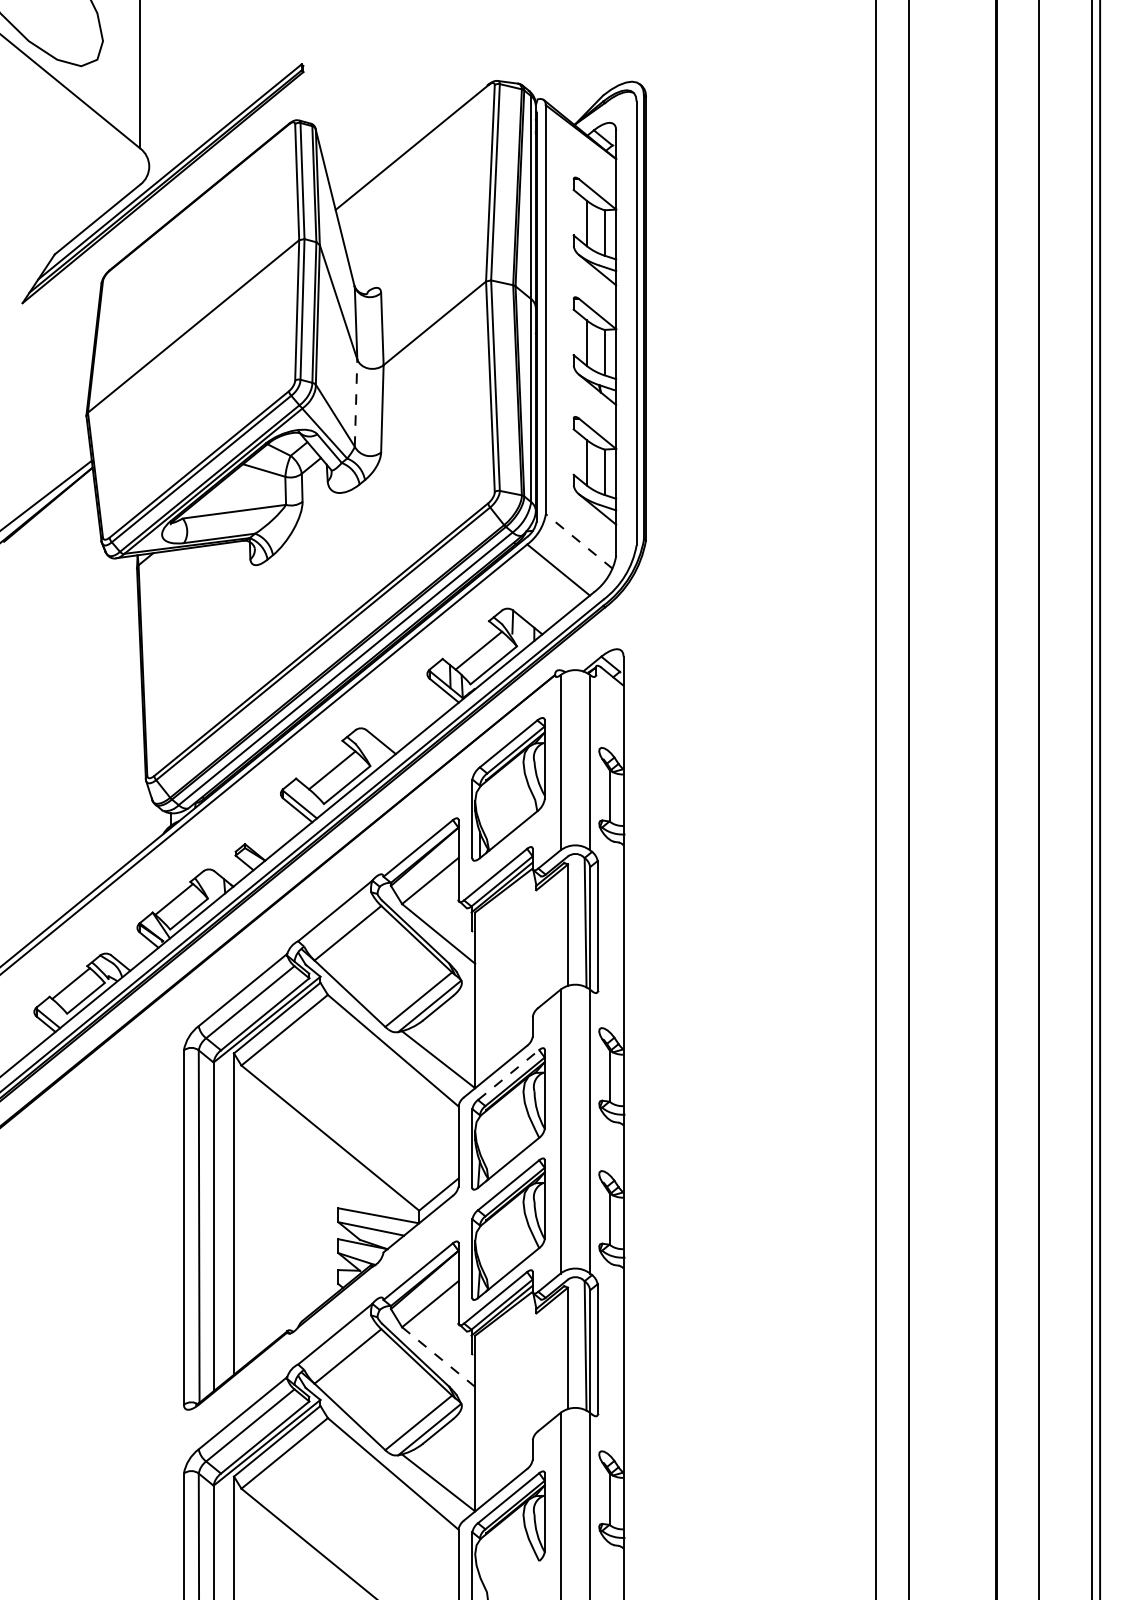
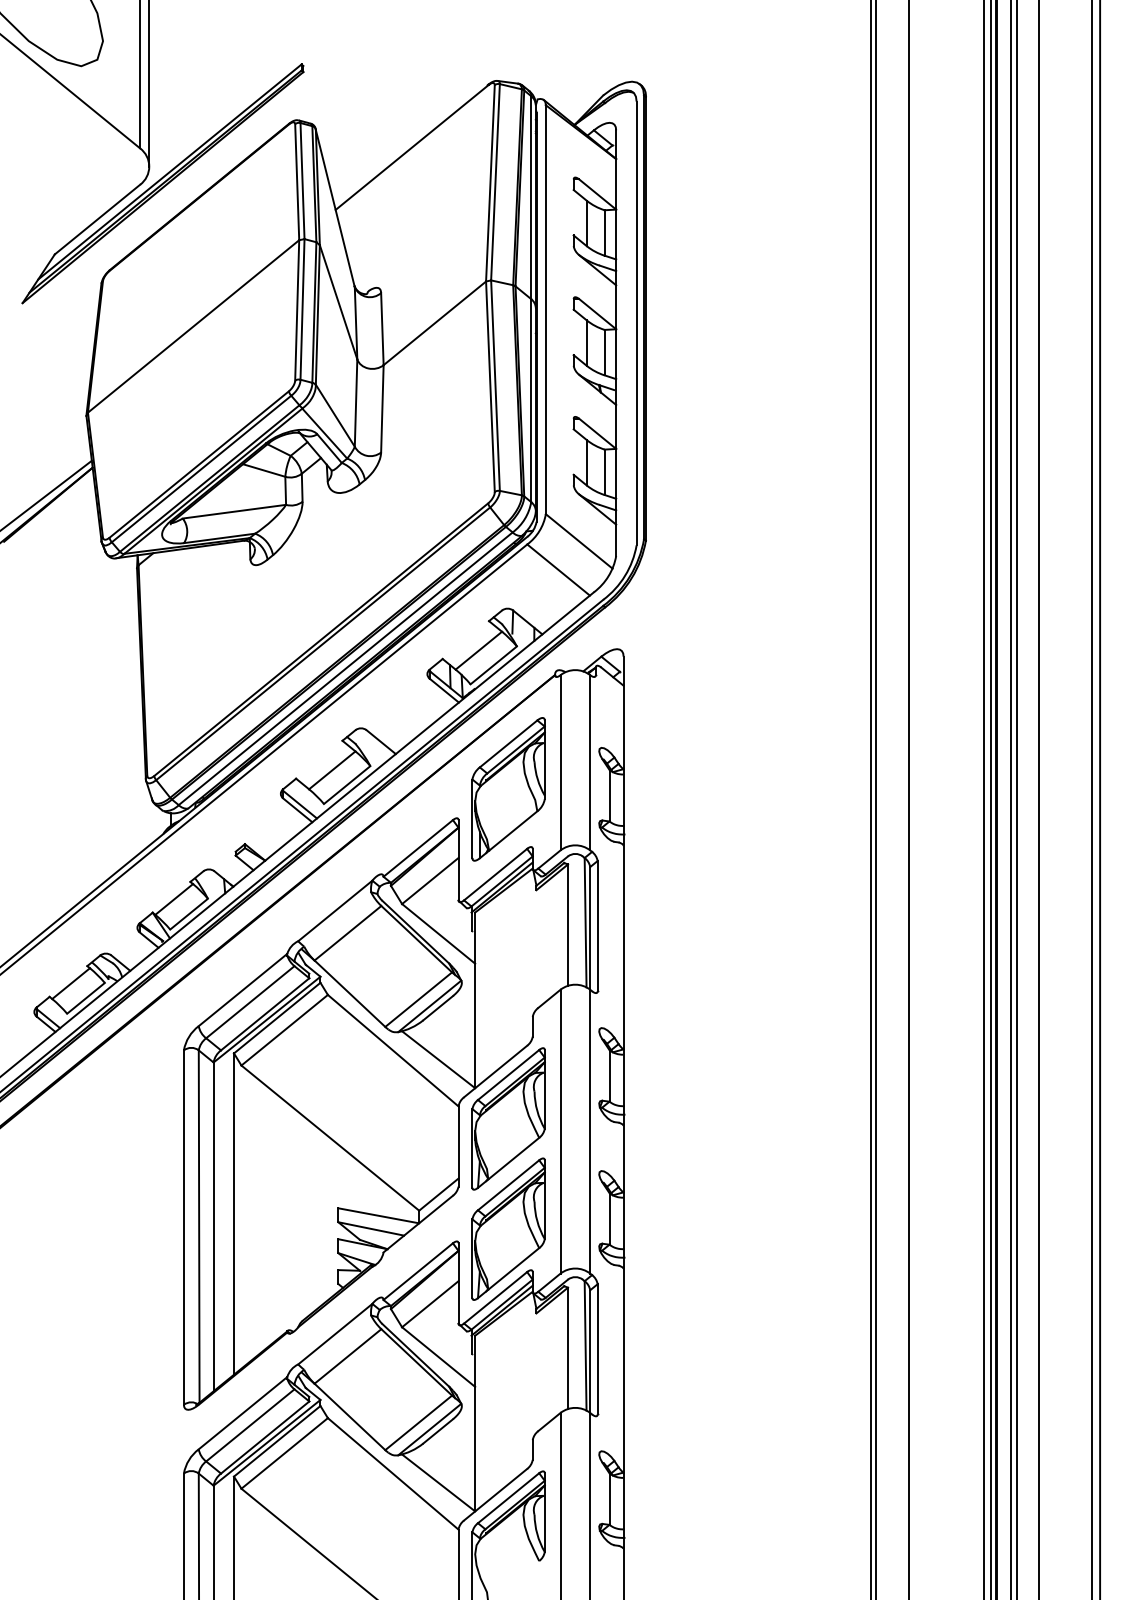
line at (149, 84): none -> present
line at (356, 403): dashed -> solid
line at (578, 541): dashed -> solid
line at (871, 799): none -> present
line at (983, 799): none -> present
line at (990, 799): none -> present
line at (1011, 799): none -> present
line at (1017, 799): none -> present
line at (508, 1075): dashed -> solid
line at (438, 1356): dashed -> solid
